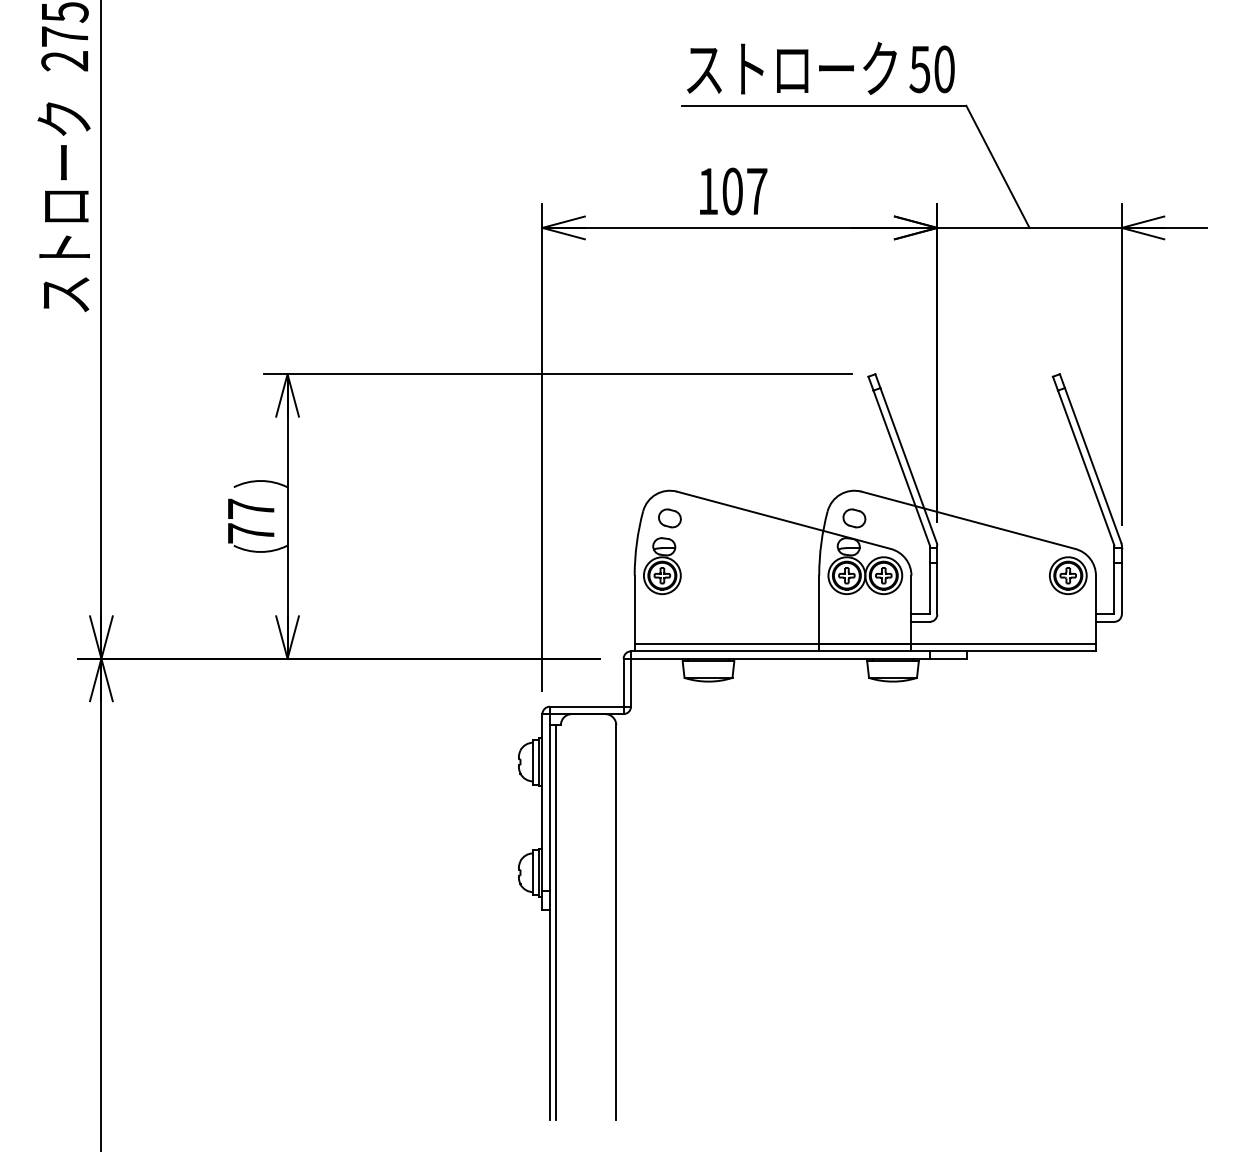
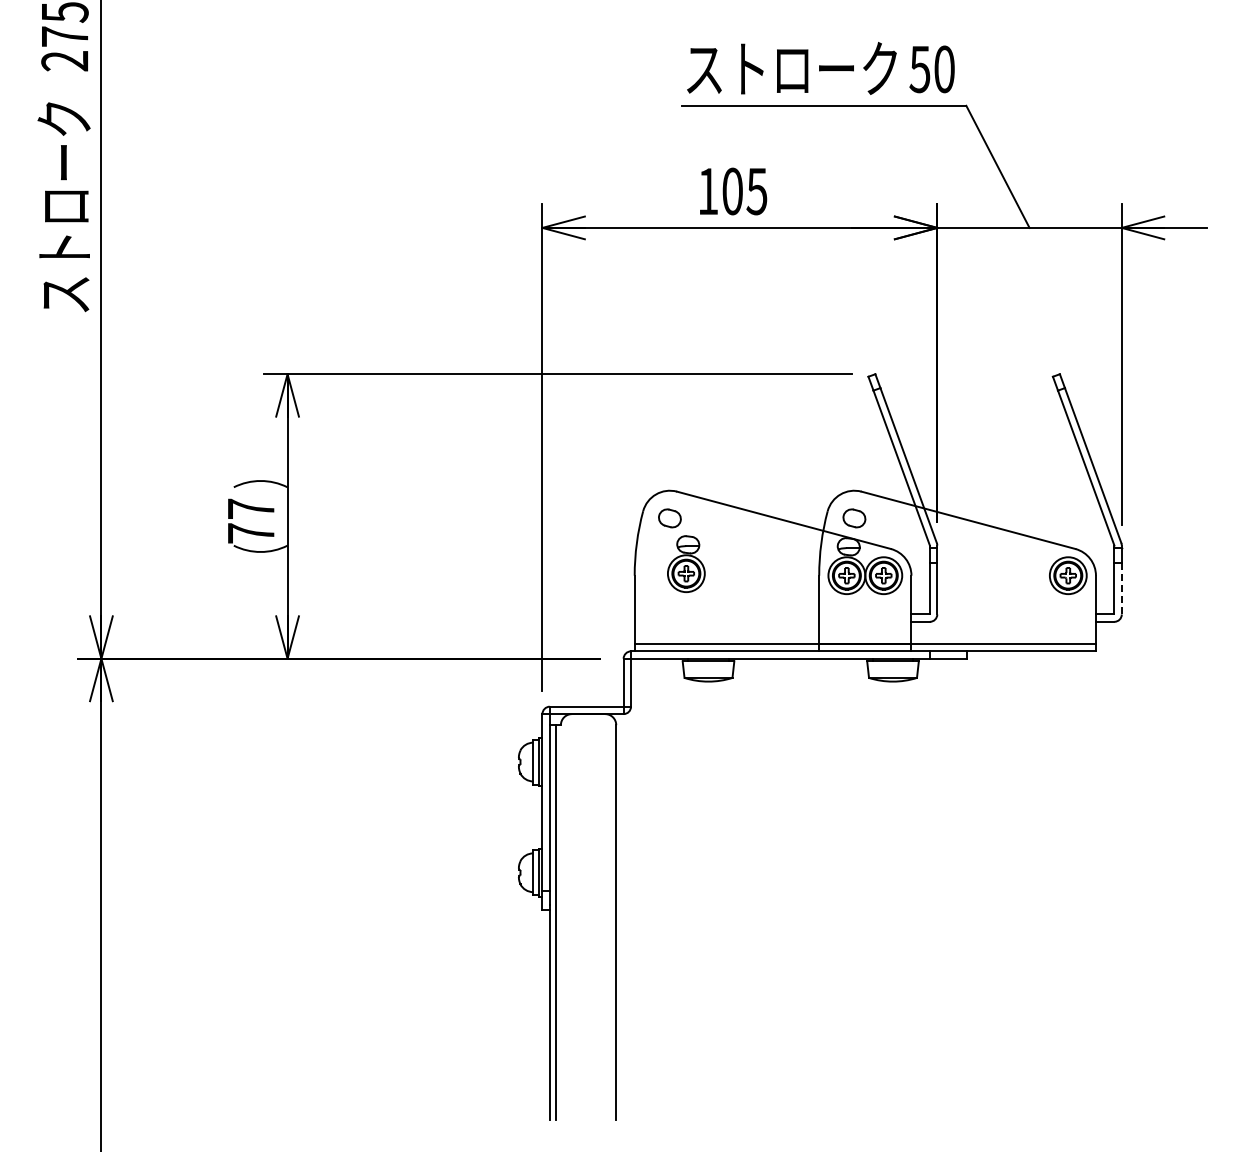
text at (756, 191): 107 -> 105
part at (662, 565) position: (662, 565) -> (686, 563)
line at (1121, 588): solid -> dashed
